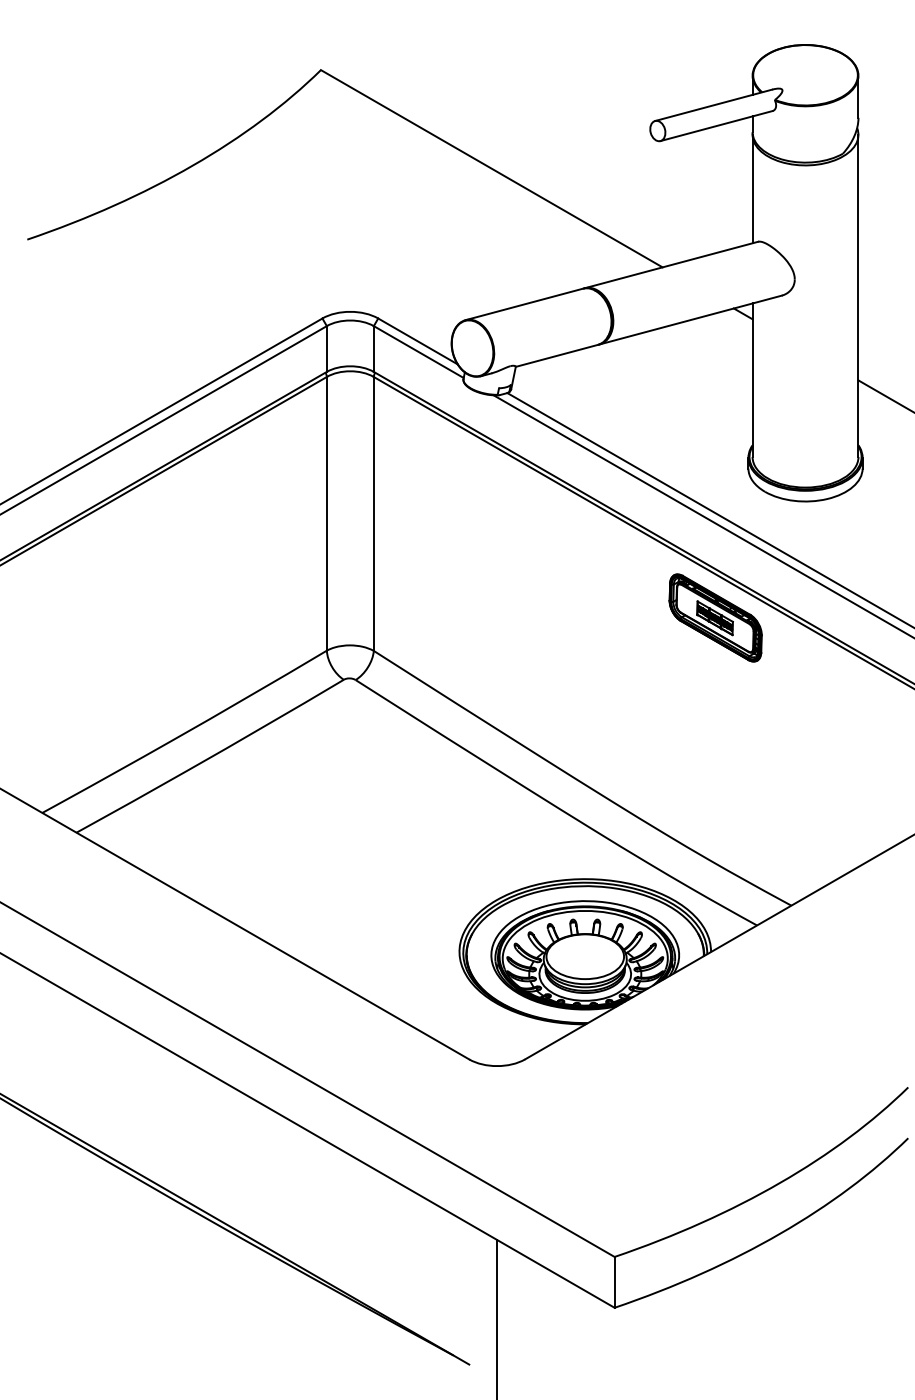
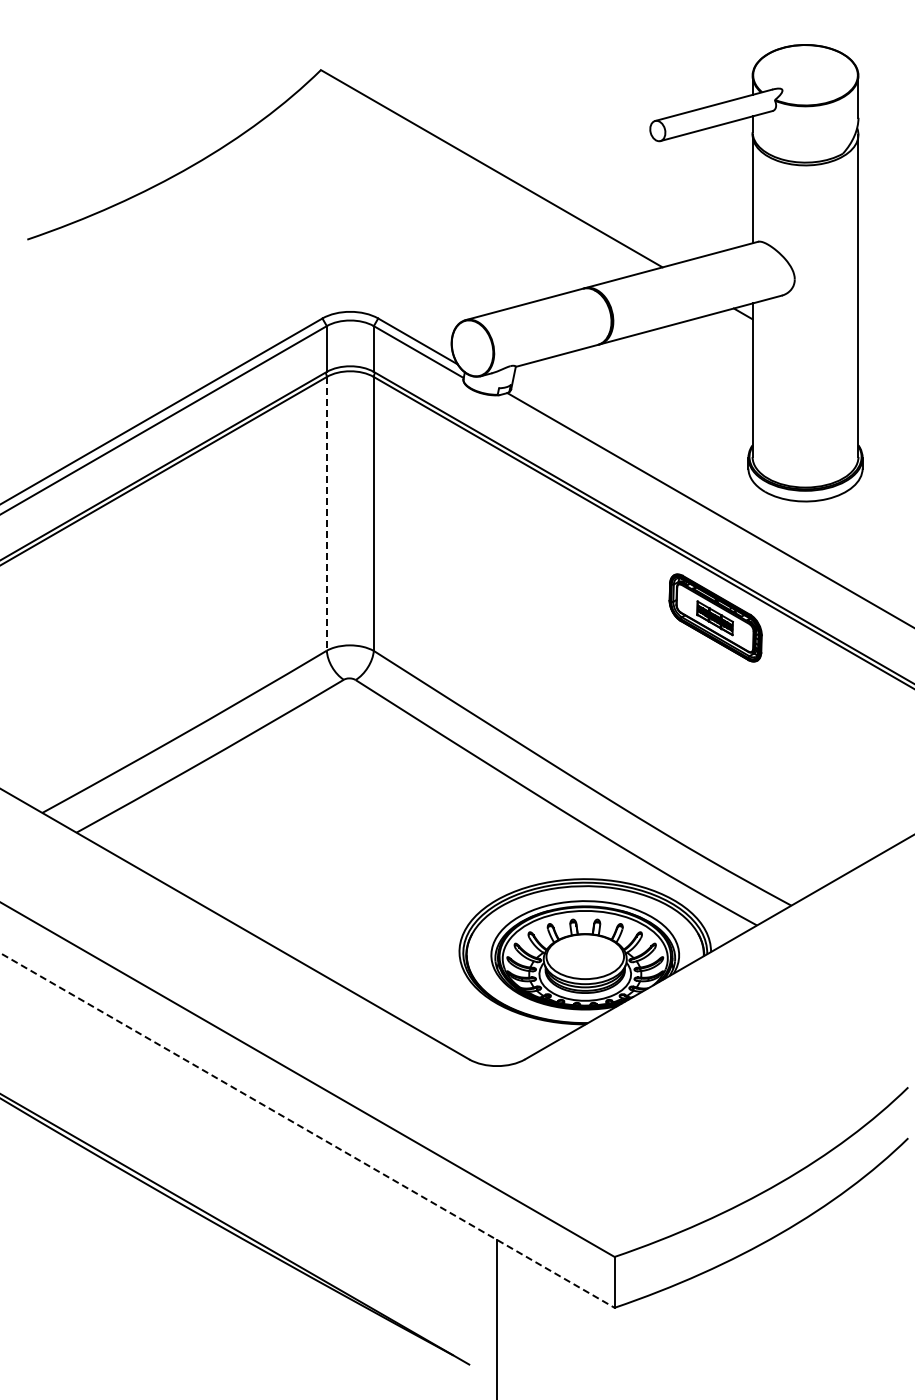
line at (884, 395): present -> none
line at (326, 513): solid -> dashed
line at (702, 515): present -> none
line at (307, 1130): solid -> dashed
